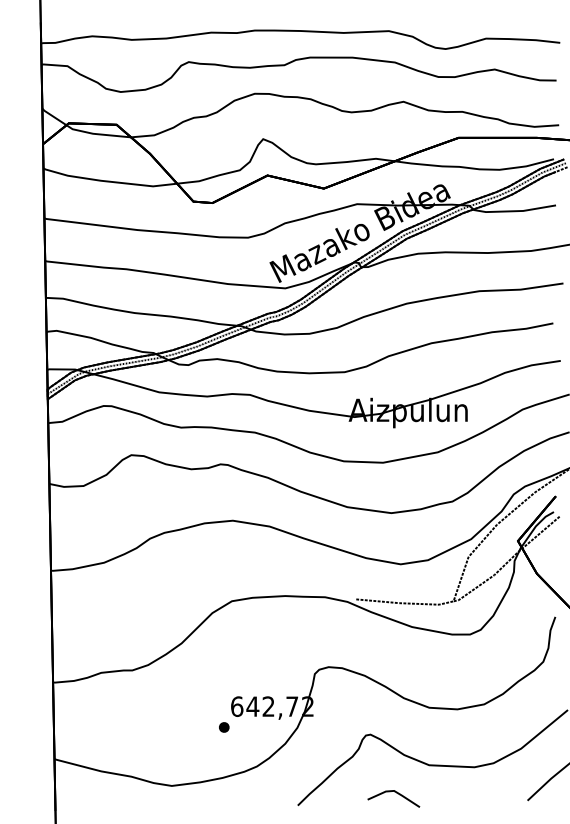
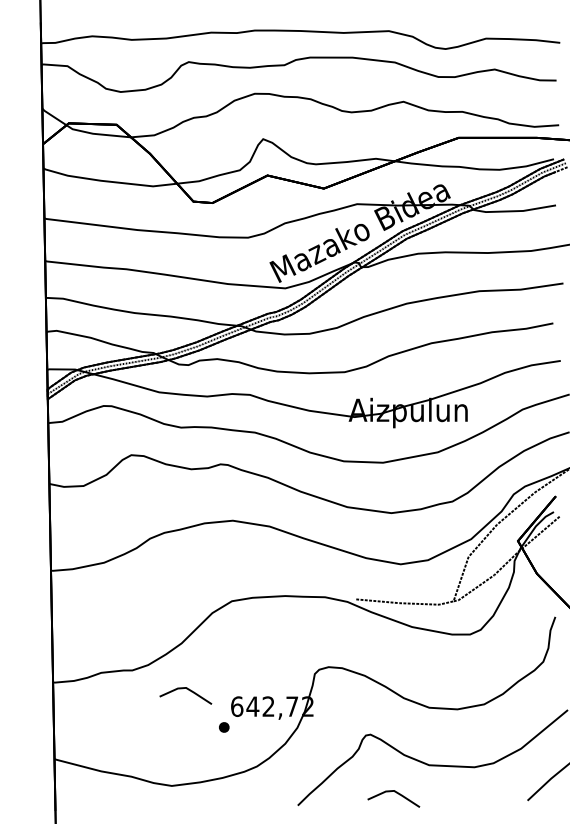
line at (188, 690): none -> present
